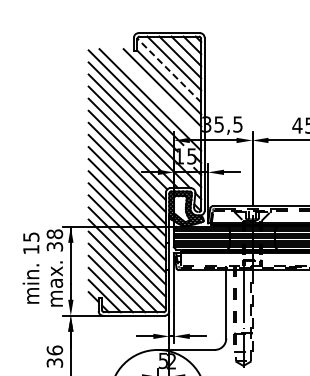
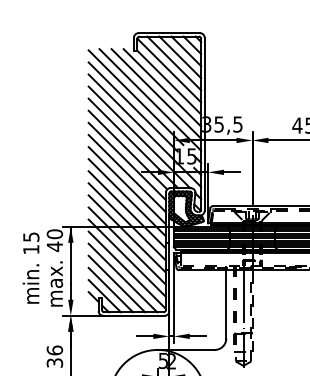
line at (168, 70): dashed -> solid
line at (156, 93): none -> present
text at (54, 240): 38 -> 40
